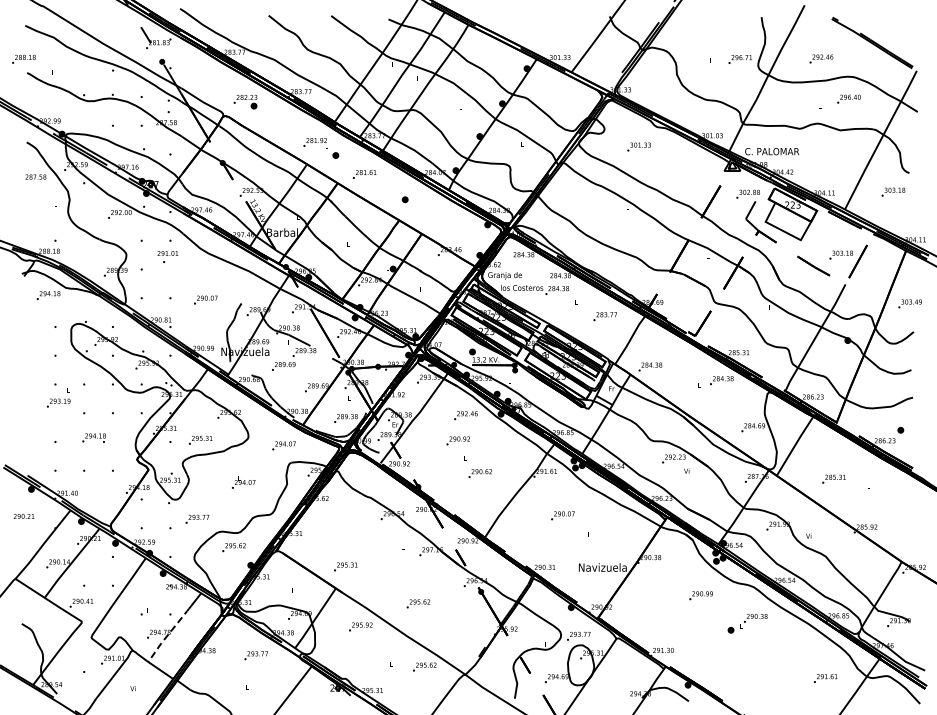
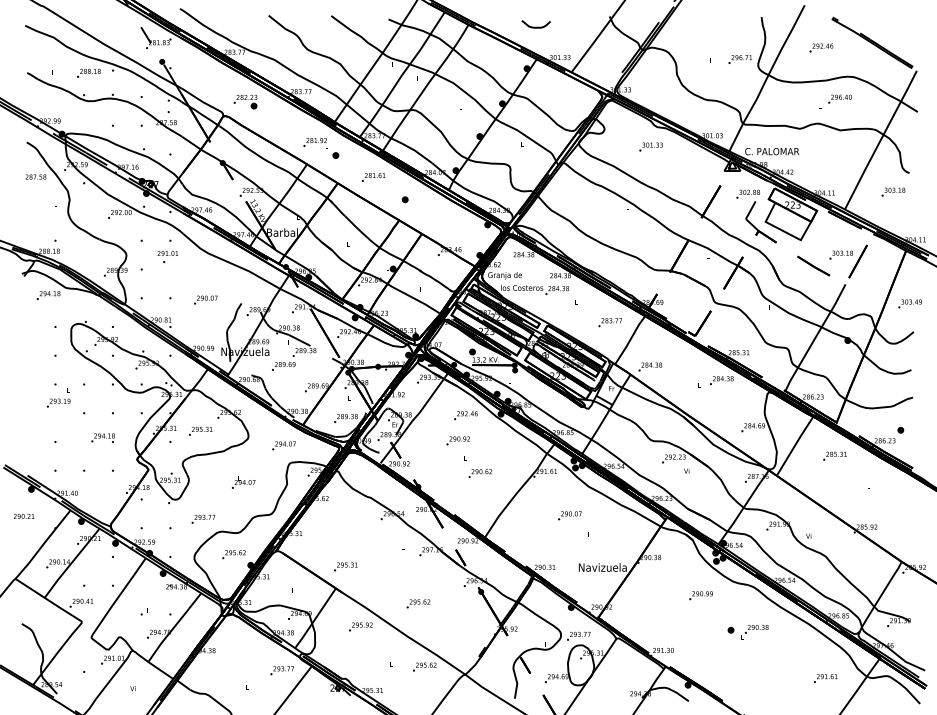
curve at (535, 26): none -> present
text at (23, 58) position: (23, 58) -> (88, 72)
text at (821, 58) position: (821, 58) -> (821, 47)
text at (848, 98) position: (848, 98) -> (839, 98)
text at (638, 146) position: (638, 146) -> (650, 146)
text at (364, 174) position: (364, 174) -> (373, 177)
text at (604, 316) position: (604, 316) -> (609, 322)
text at (93, 437) position: (93, 437) -> (102, 437)
text at (200, 439) position: (200, 439) -> (200, 430)
text at (833, 478) position: (833, 478) -> (834, 455)
text at (562, 515) position: (562, 515) -> (569, 515)
text at (197, 518) position: (197, 518) -> (203, 518)
text at (233, 547) position: (233, 547) -> (233, 554)
text at (753, 621) position: (753, 621) -> (754, 632)
line at (168, 635): dashed -> solid
text at (255, 655) position: (255, 655) -> (281, 670)
